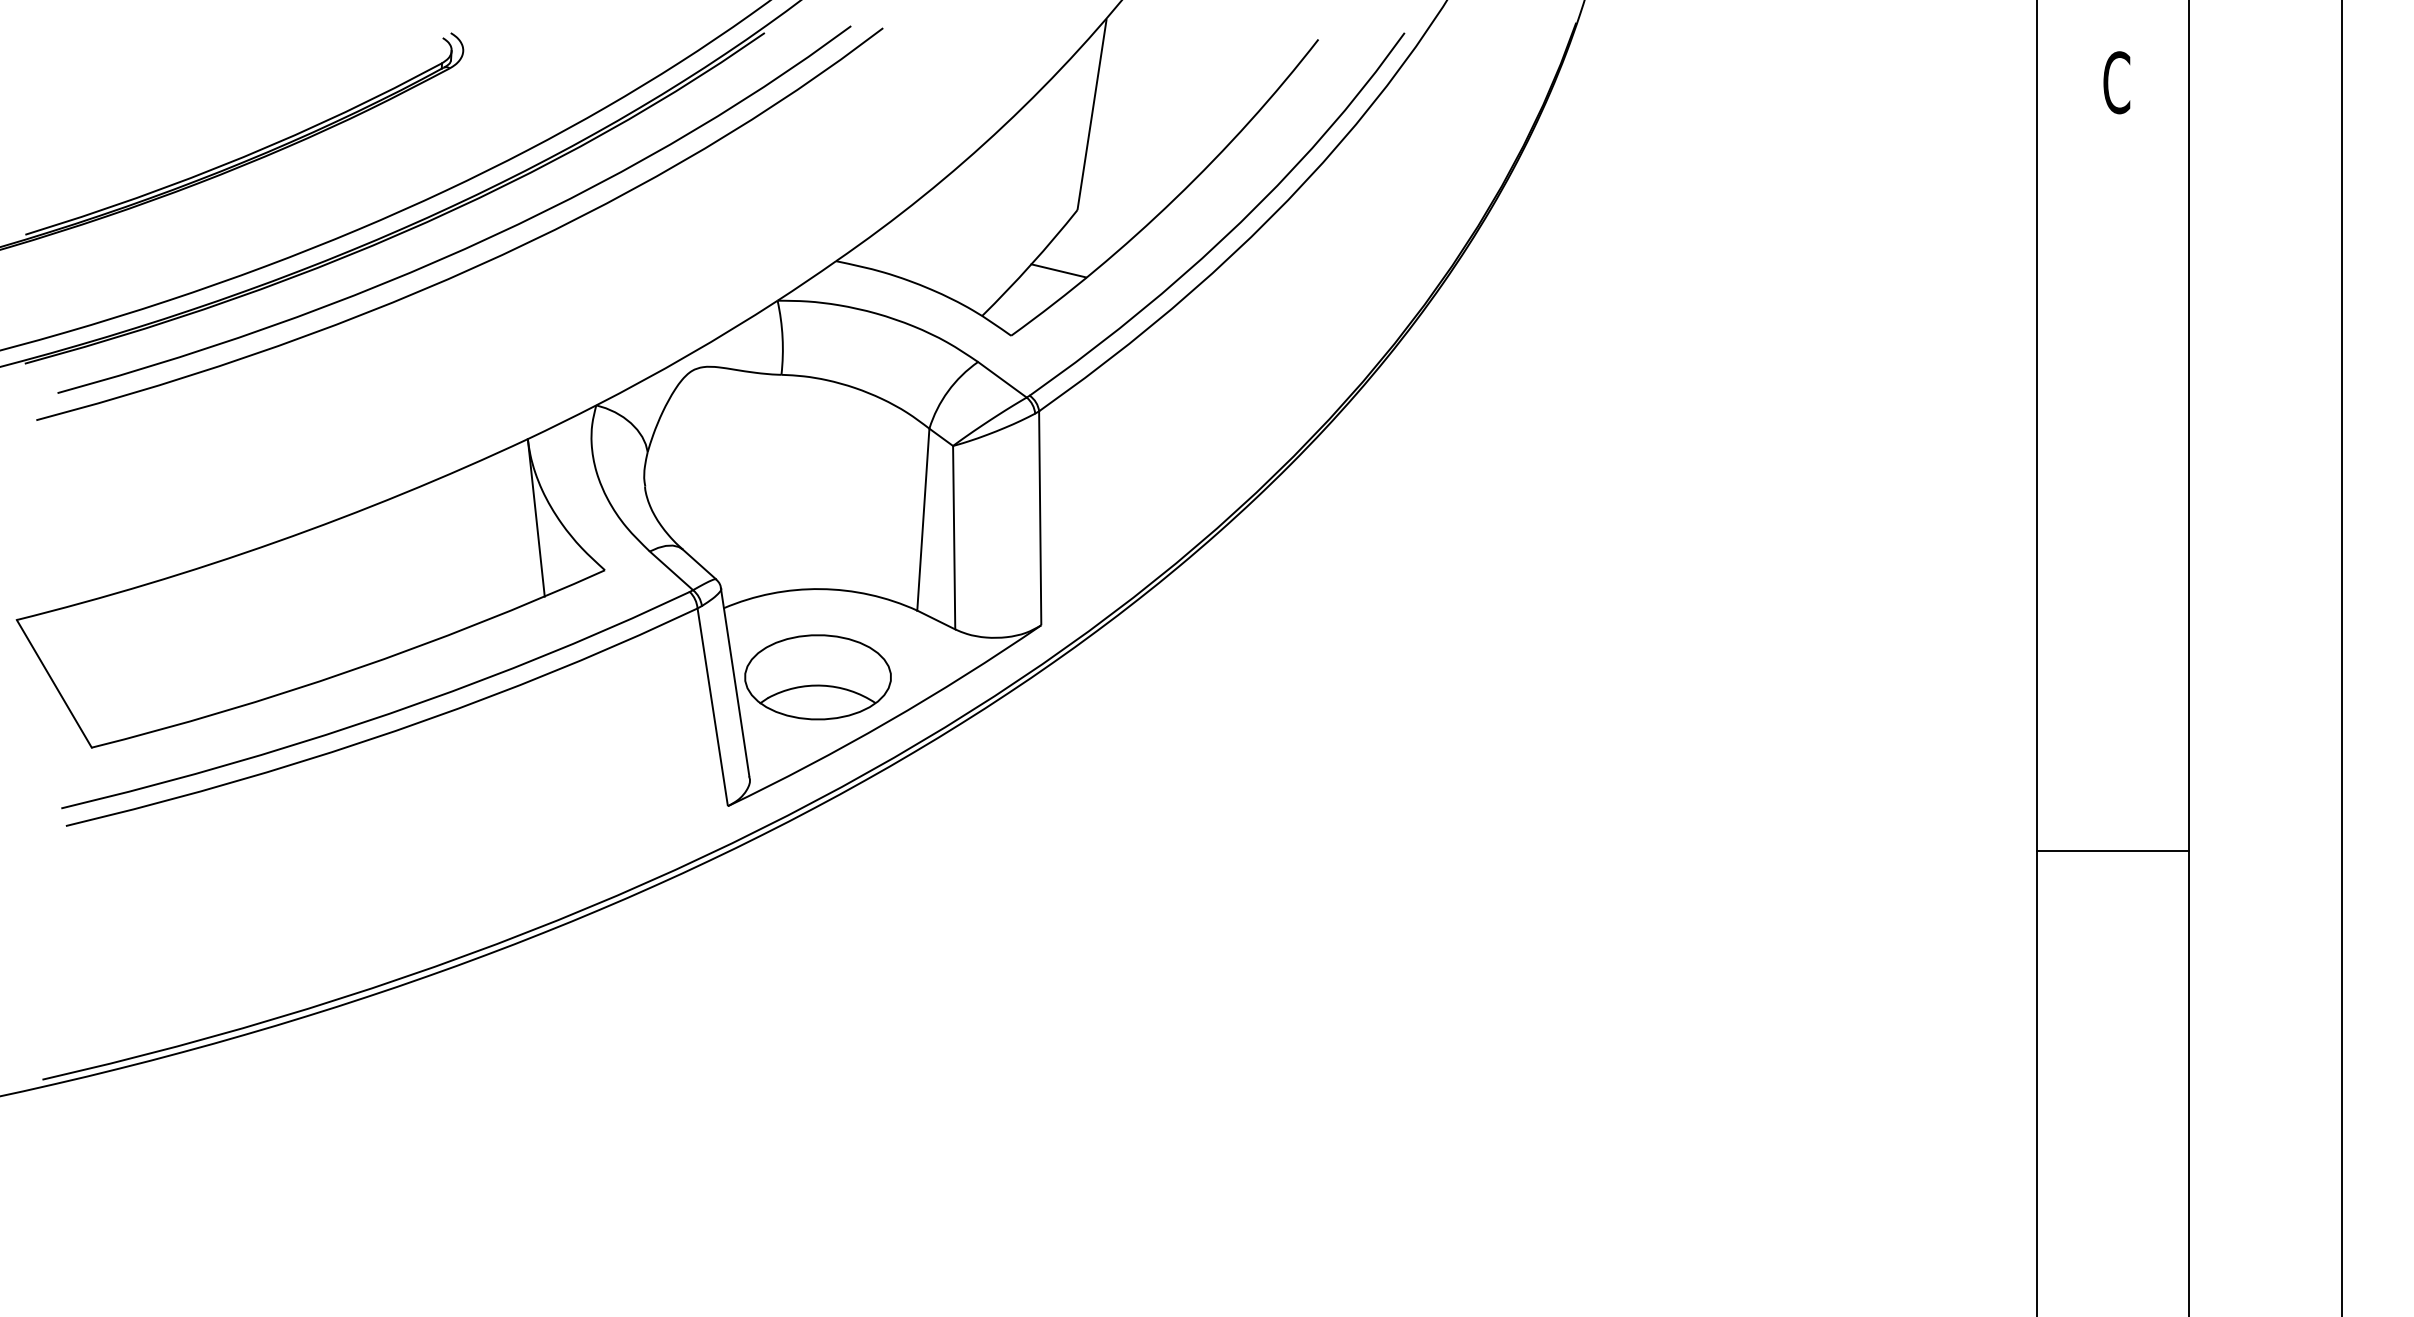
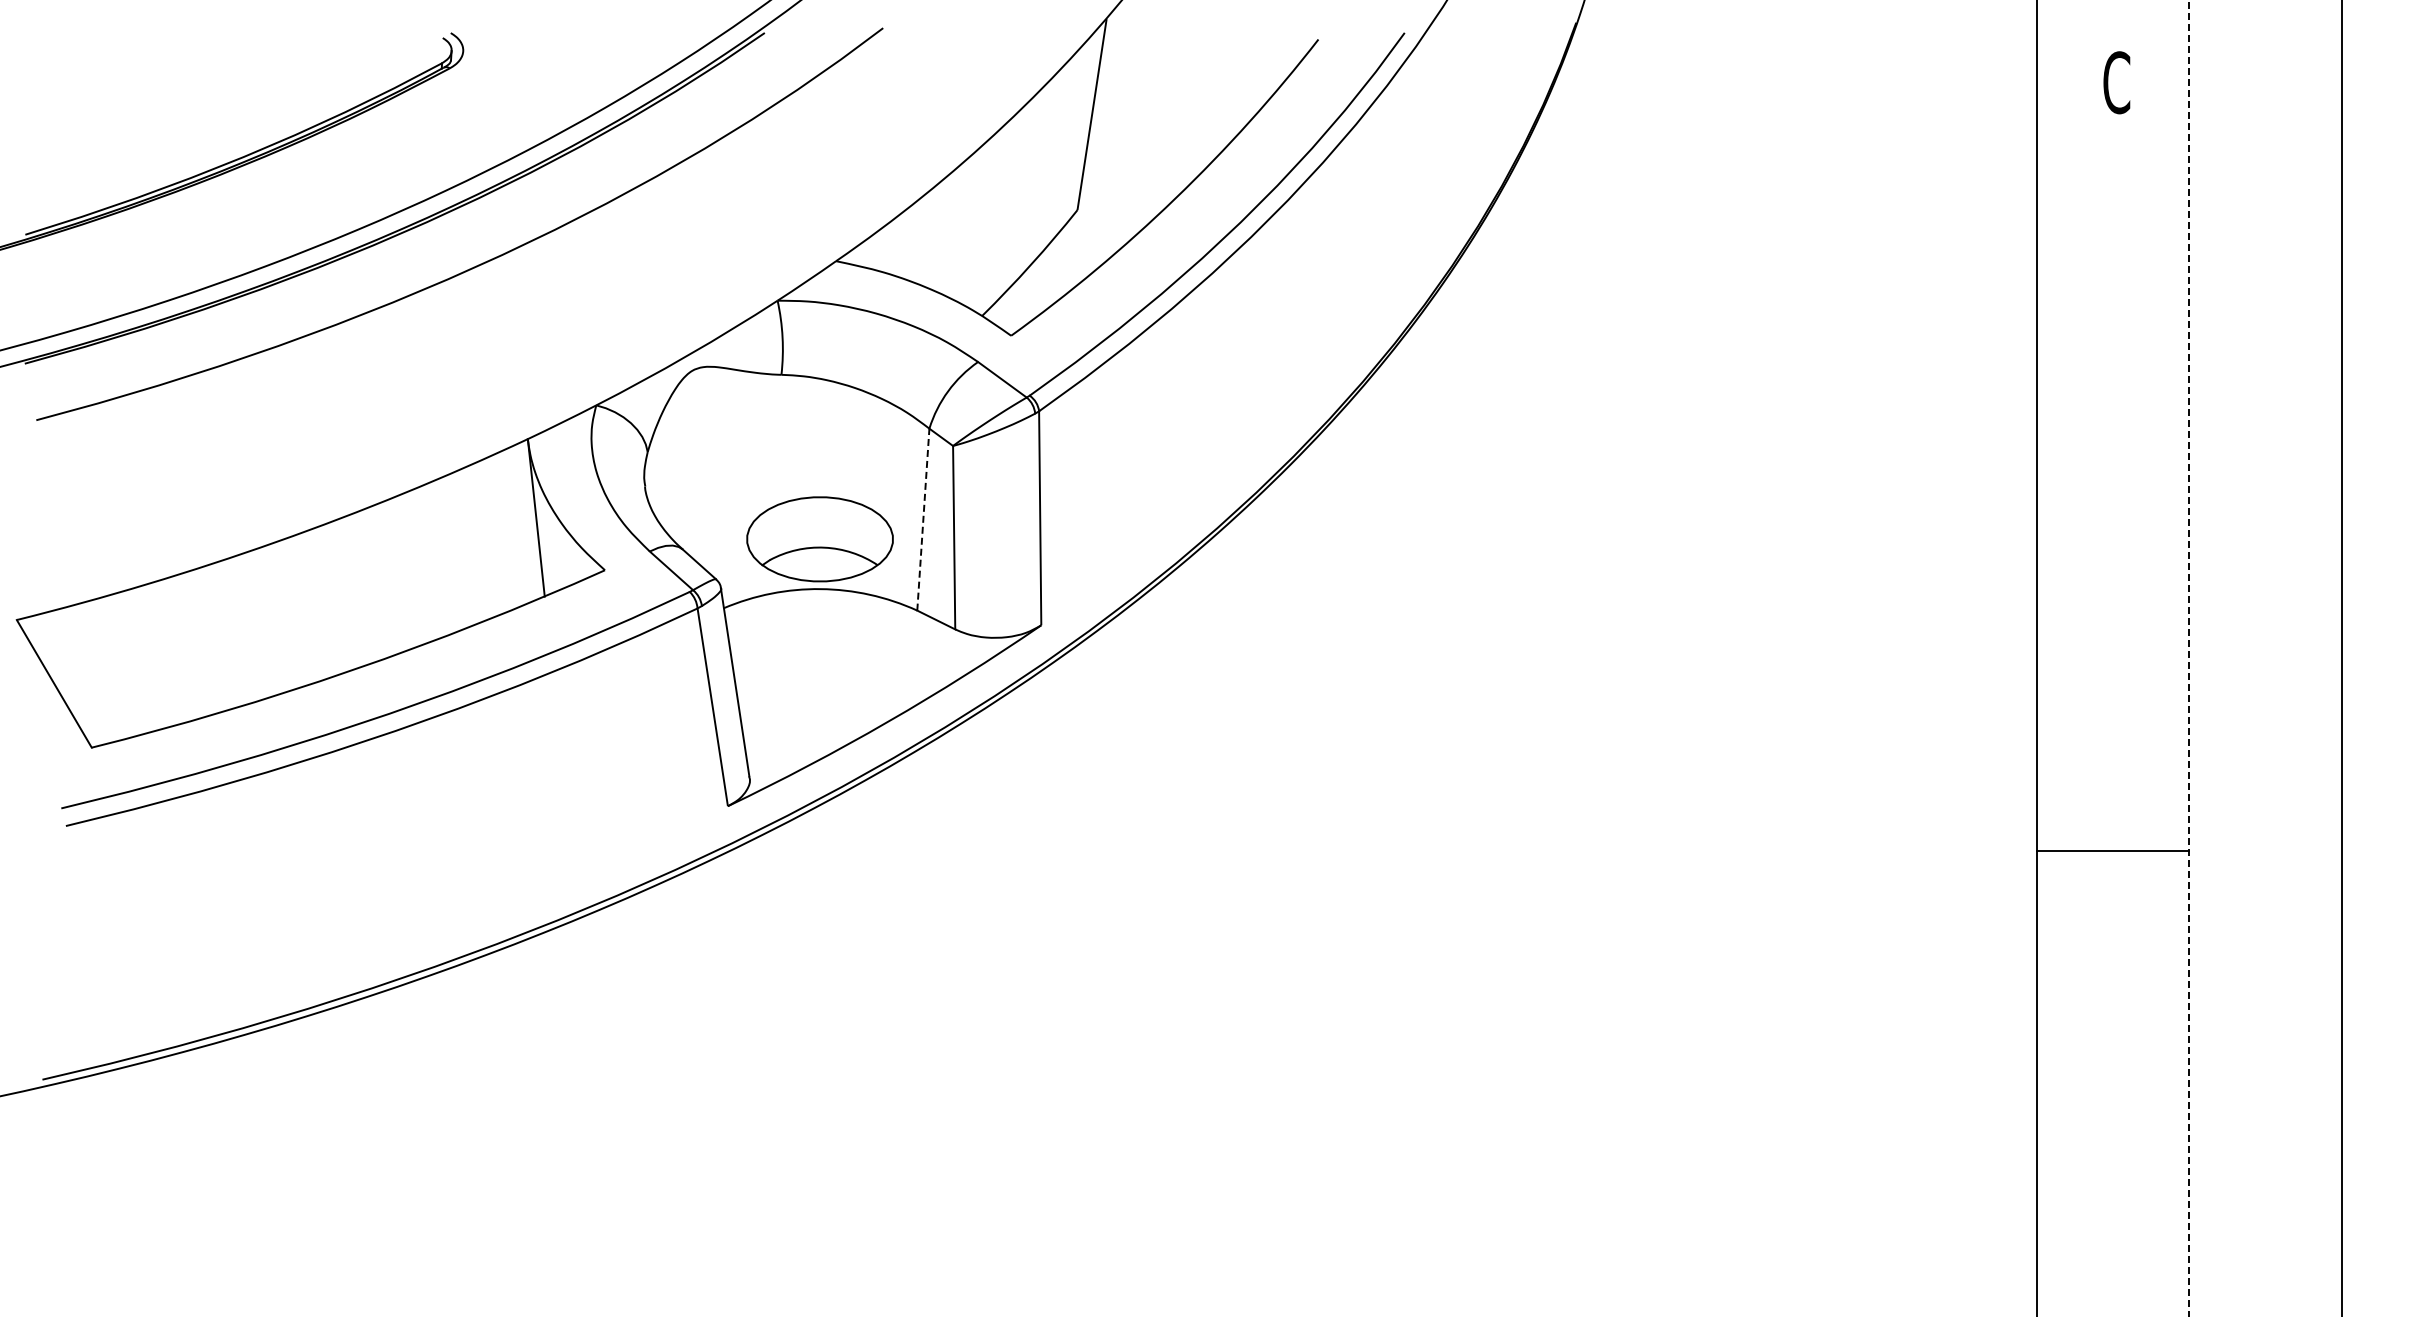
curve at (469, 245): present -> none
line at (1058, 270): present -> none
line at (923, 519): solid -> dashed
line at (2189, 659): solid -> dashed
part at (817, 677) position: (817, 677) -> (819, 539)
